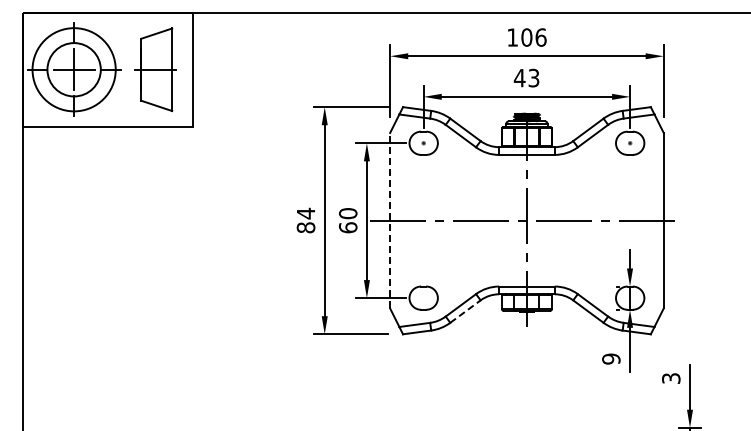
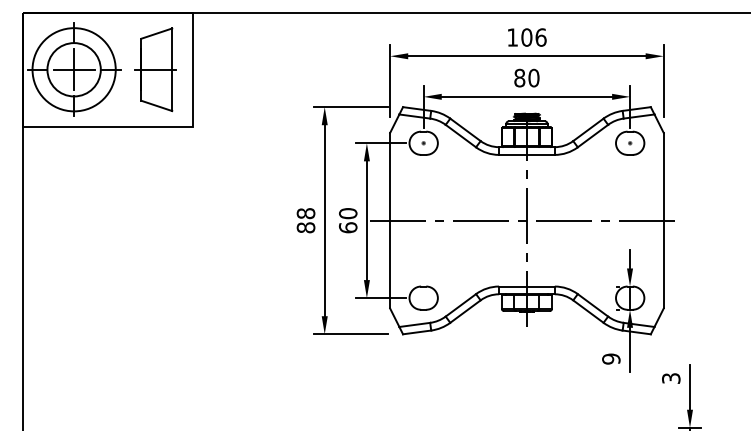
text at (526, 77): 43 -> 80
text at (305, 213): 84 -> 88
line at (390, 220): dashed -> solid
line at (465, 311): dashed -> solid
